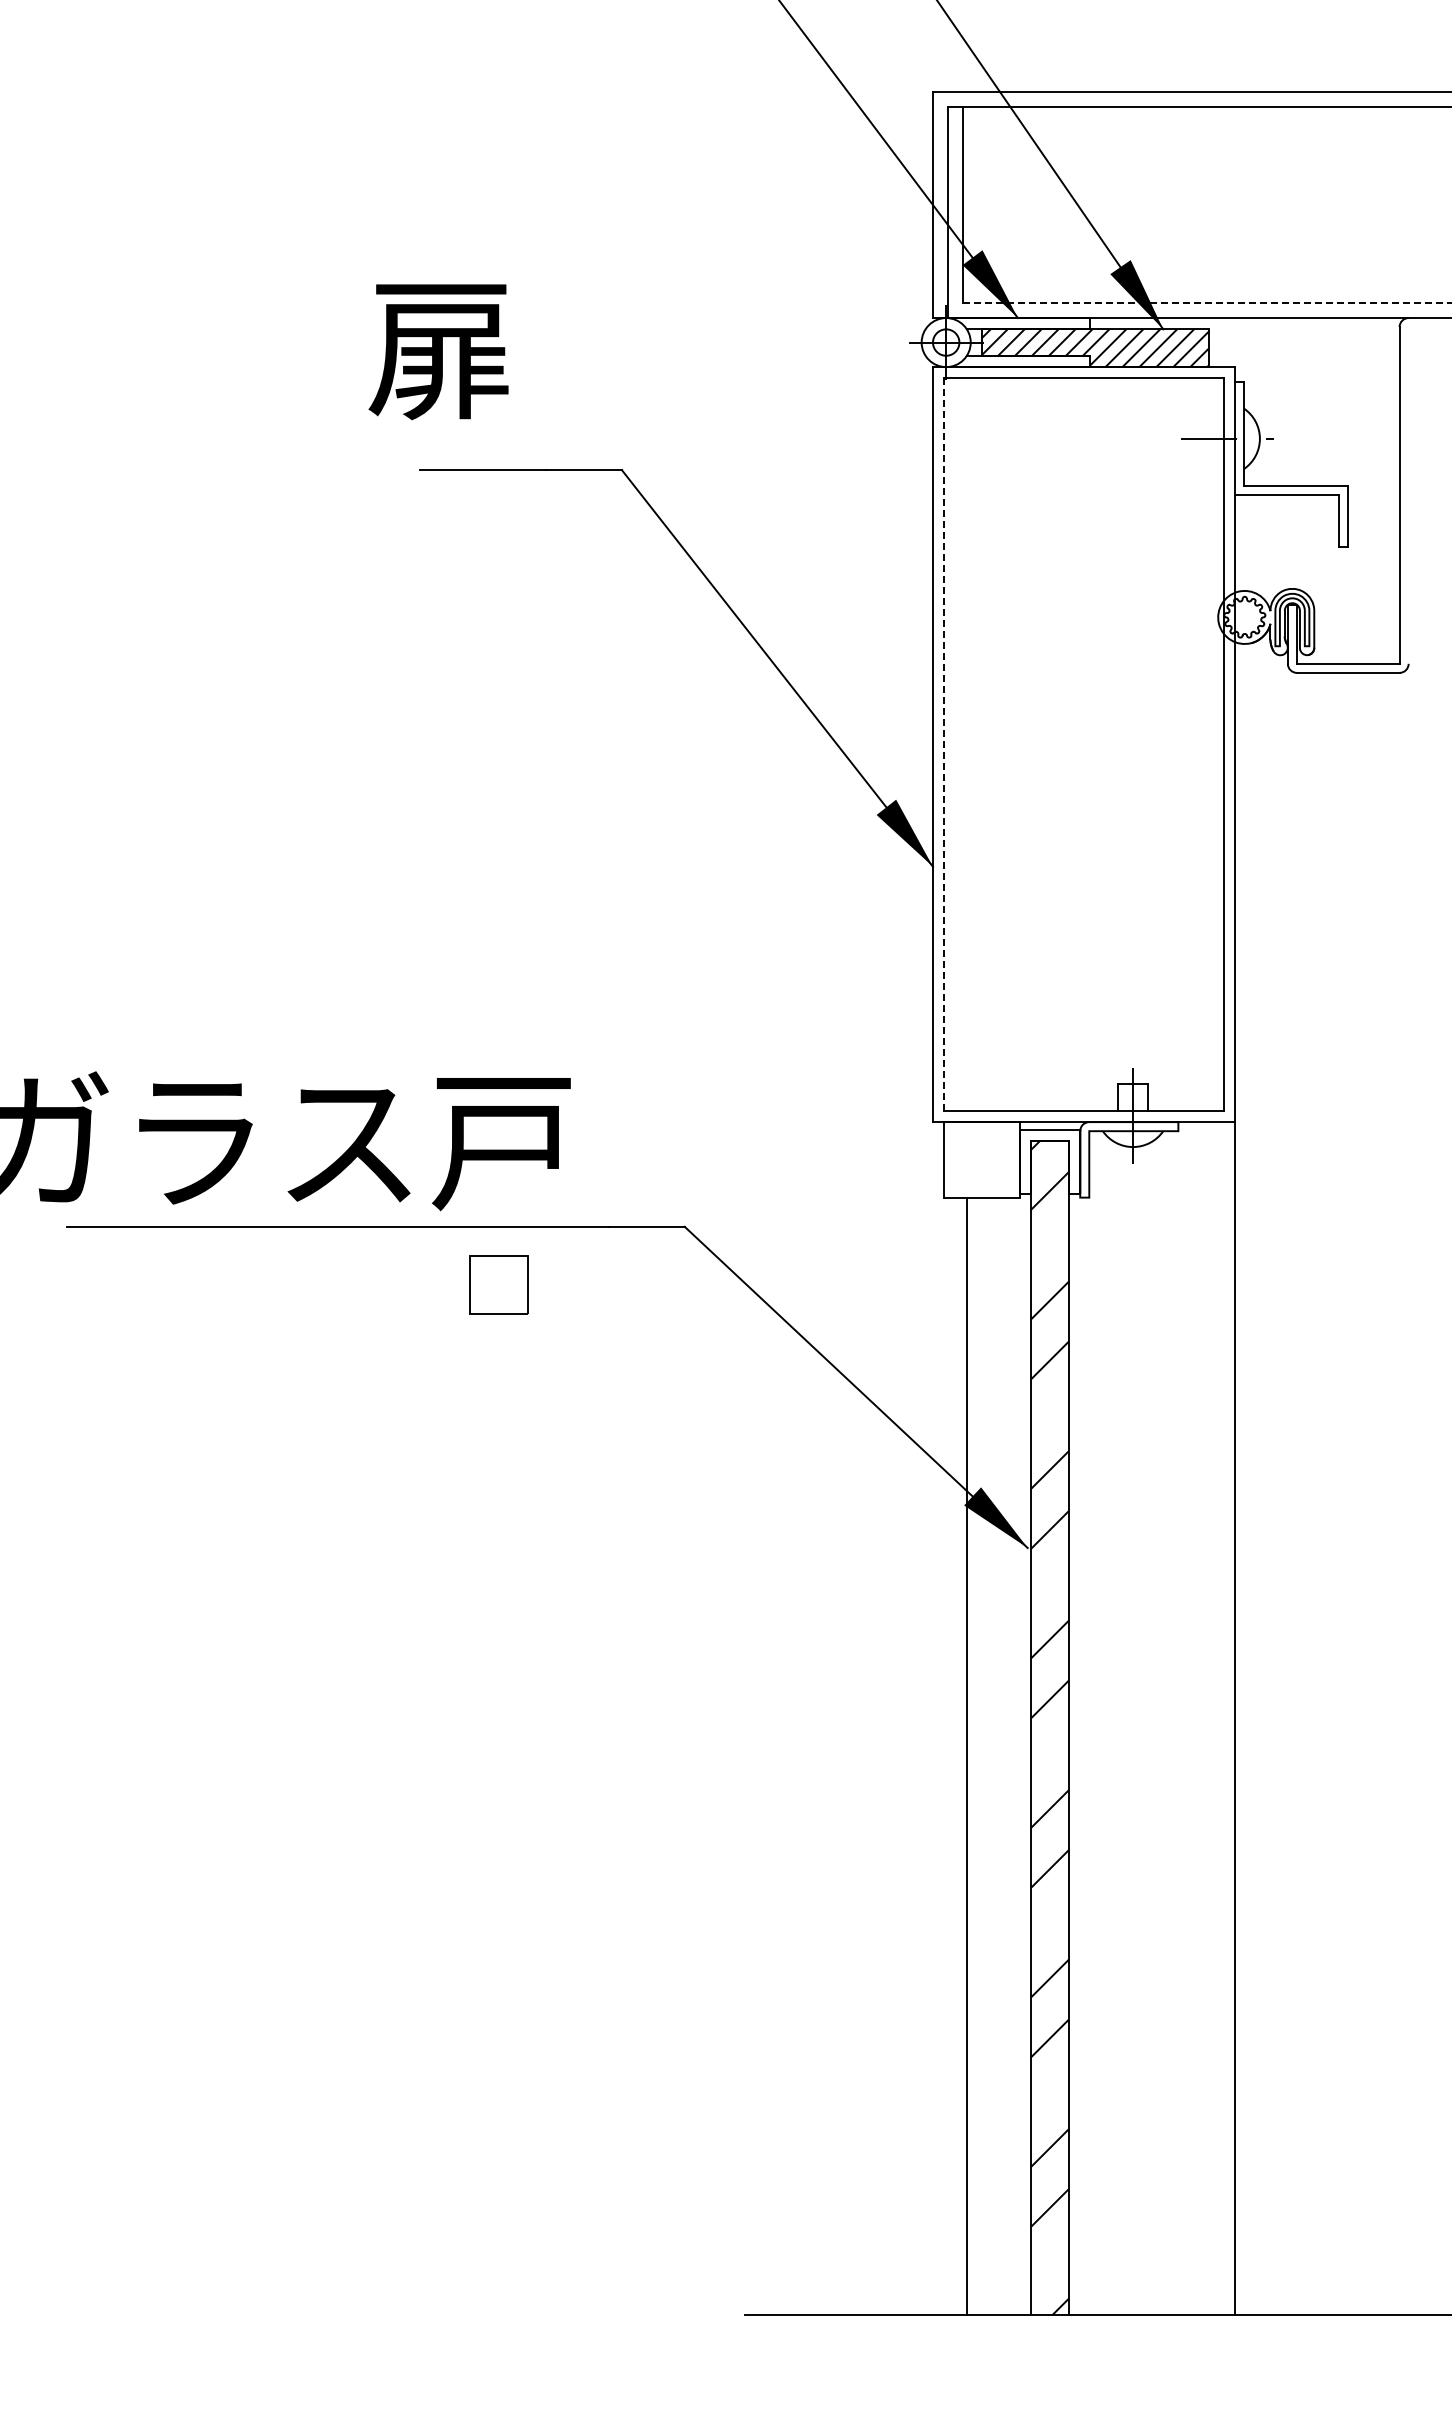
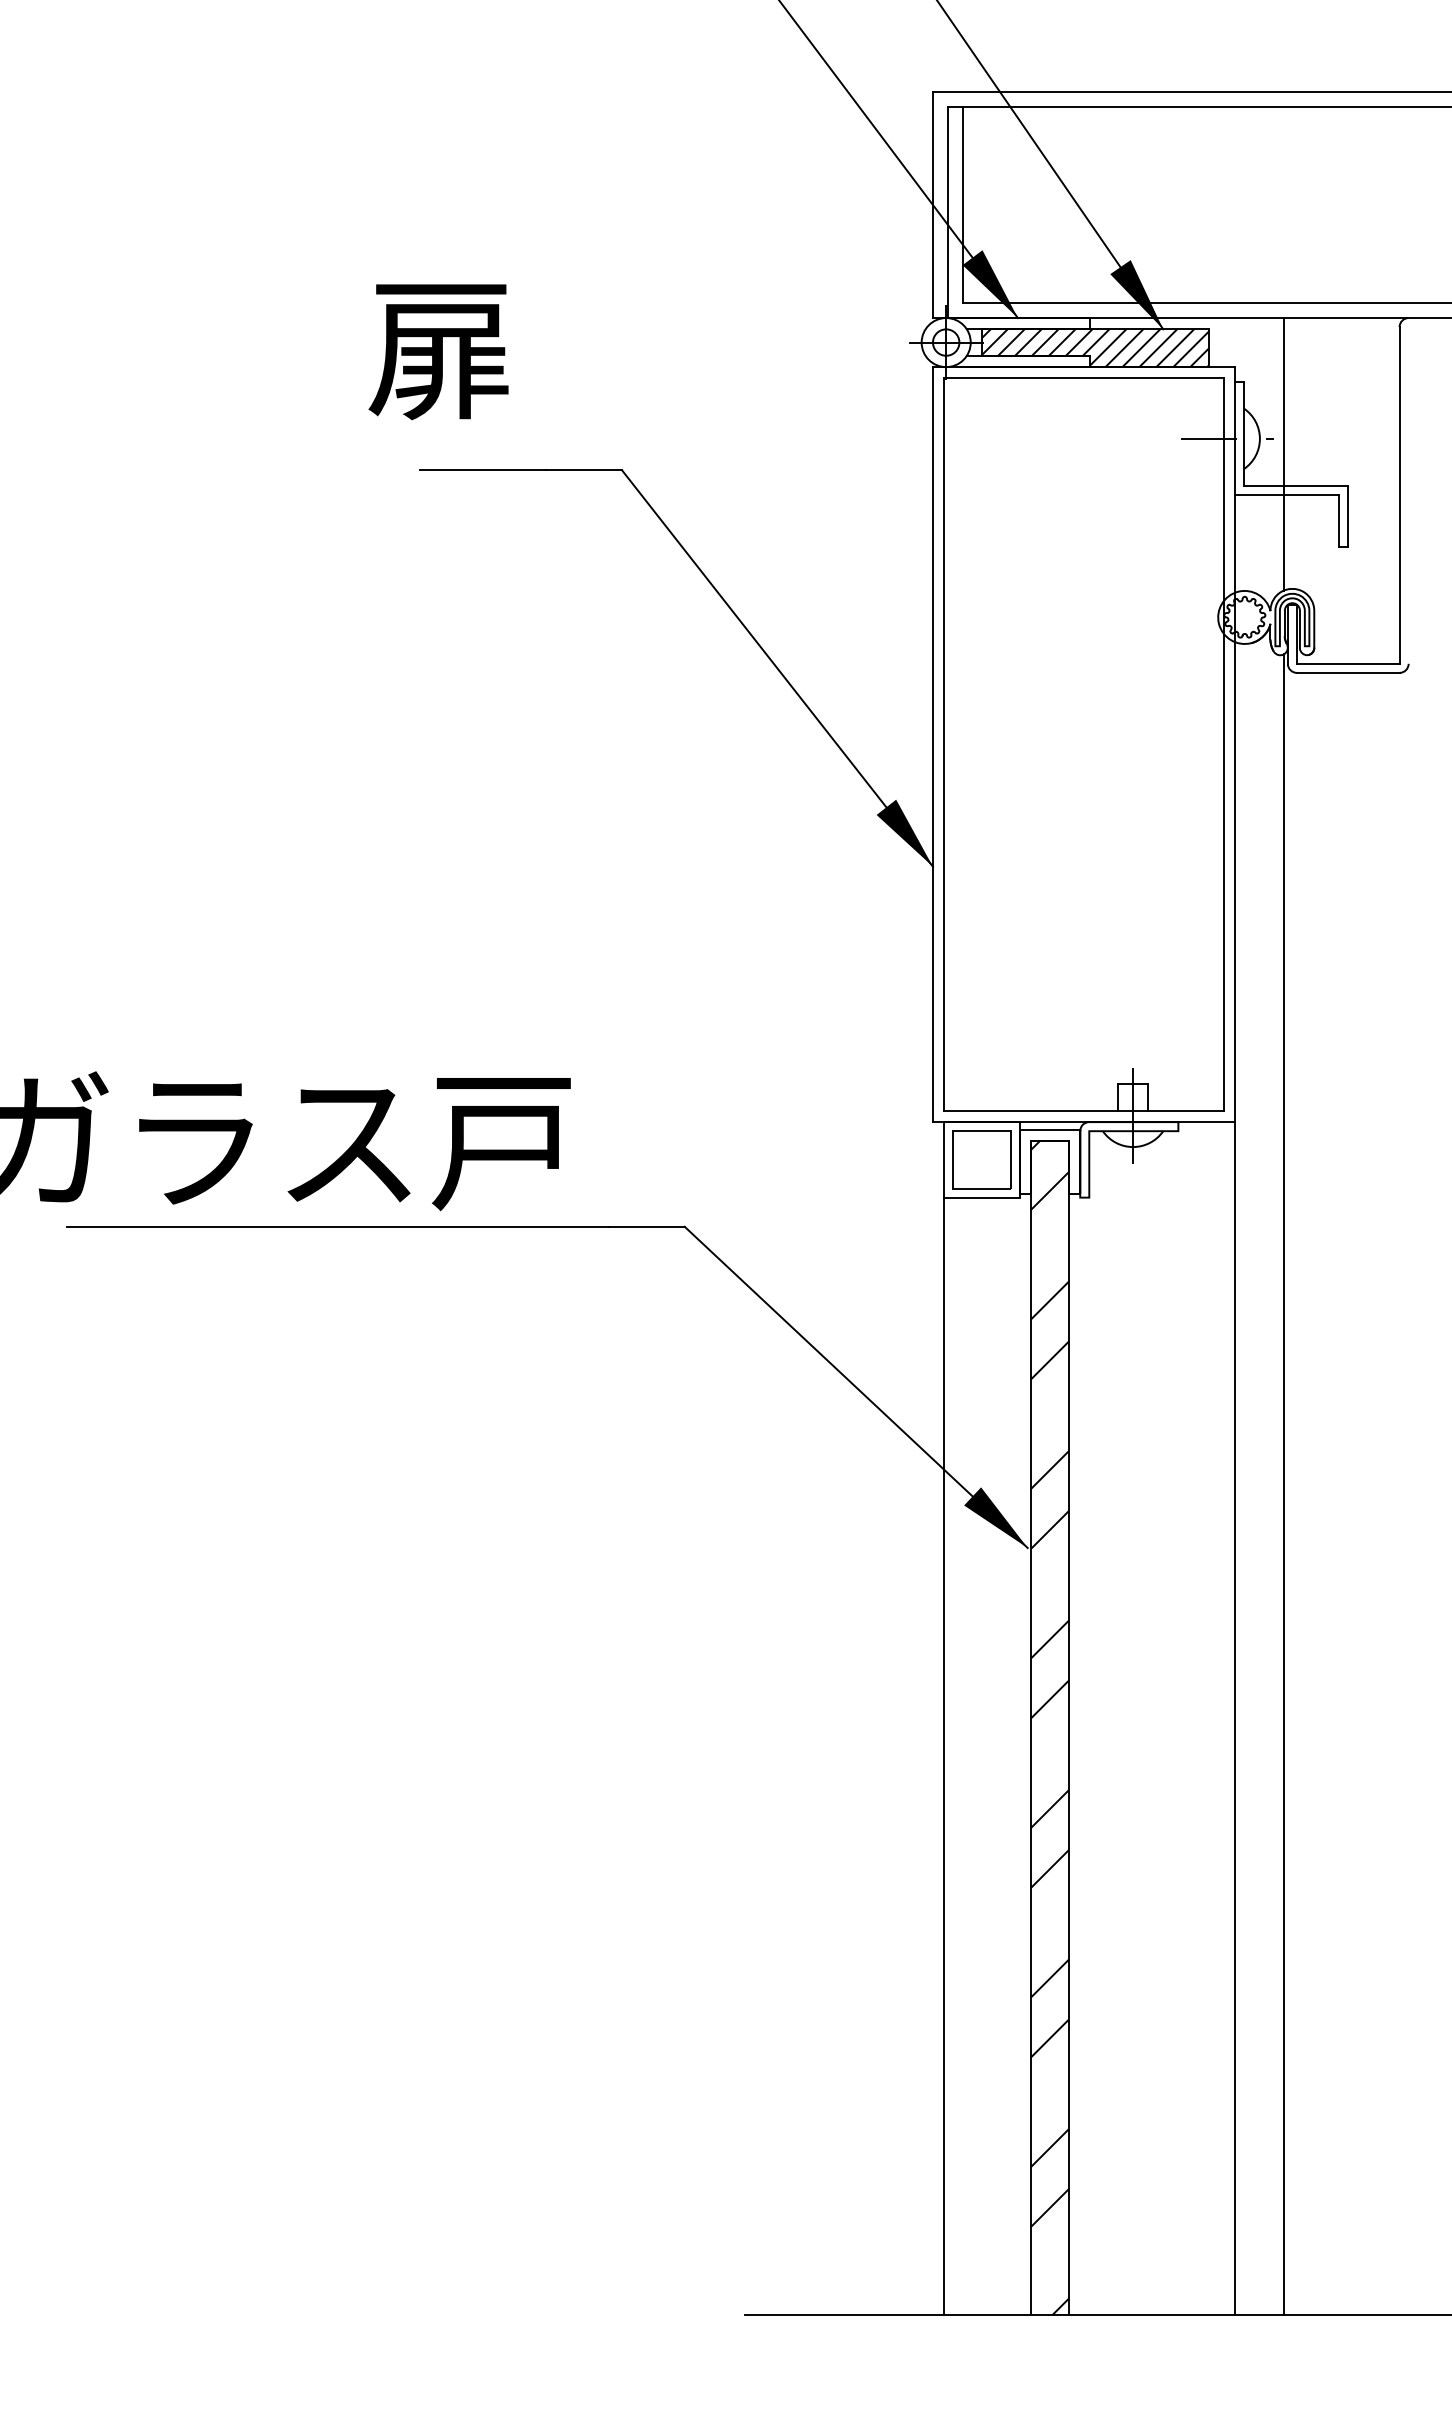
line at (1207, 302): dashed -> solid
line at (1284, 454): none -> present
line at (944, 744): dashed -> solid
part at (498, 1284) position: (498, 1284) -> (981, 1159)
line at (1284, 1484): none -> present
line at (967, 1756) position: (967, 1756) -> (944, 1756)
